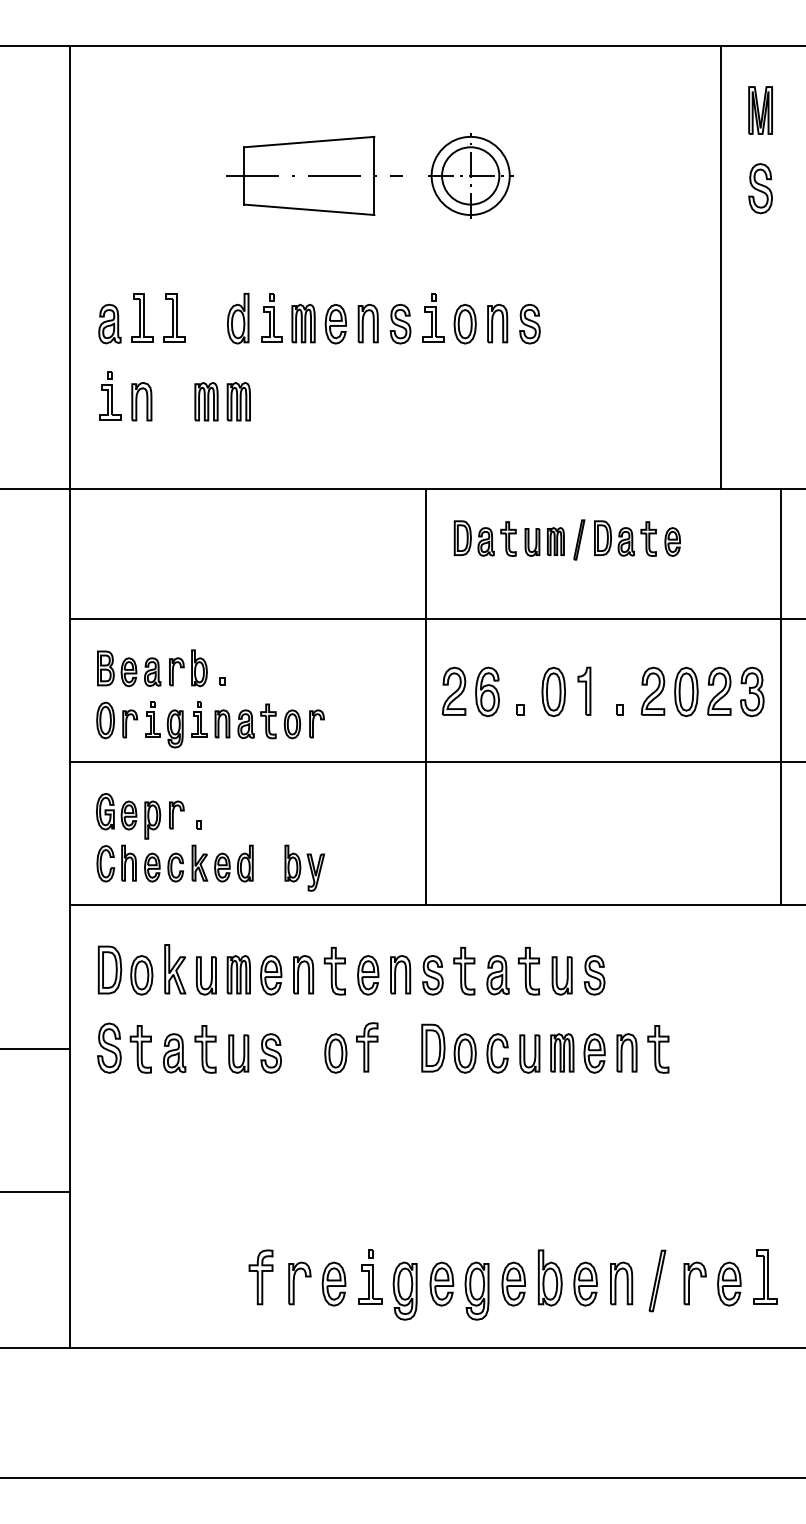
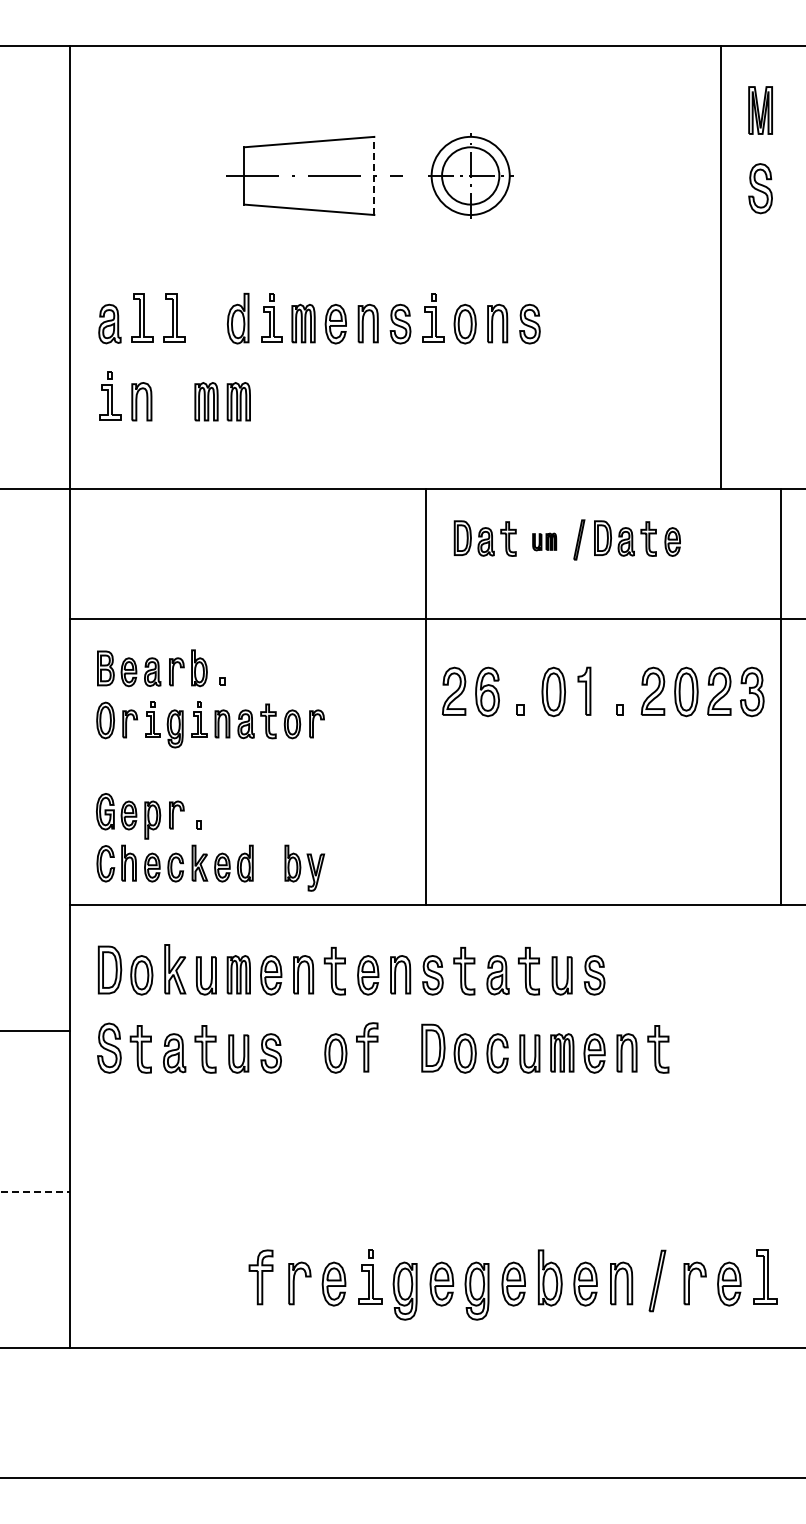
line at (374, 175): solid -> dashed
part at (544, 541) size: 41x30 px -> 26x20 px
line at (435, 762): present -> none
line at (35, 1048) position: (35, 1048) -> (35, 1030)
line at (35, 1191): solid -> dashed
